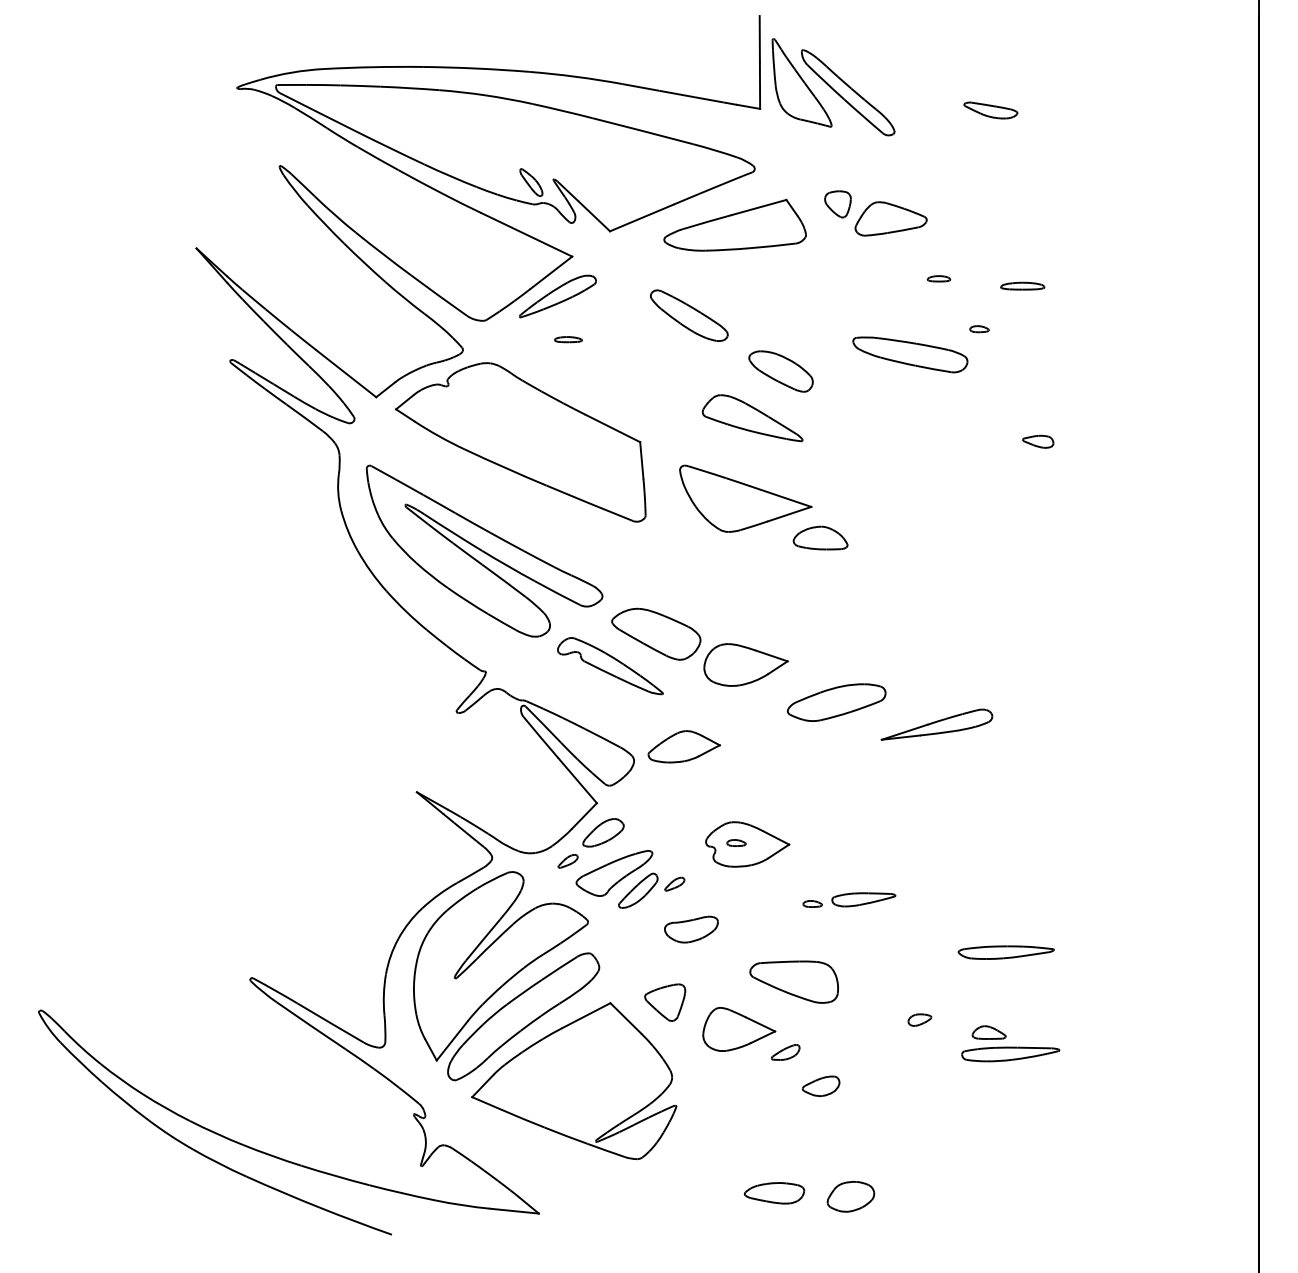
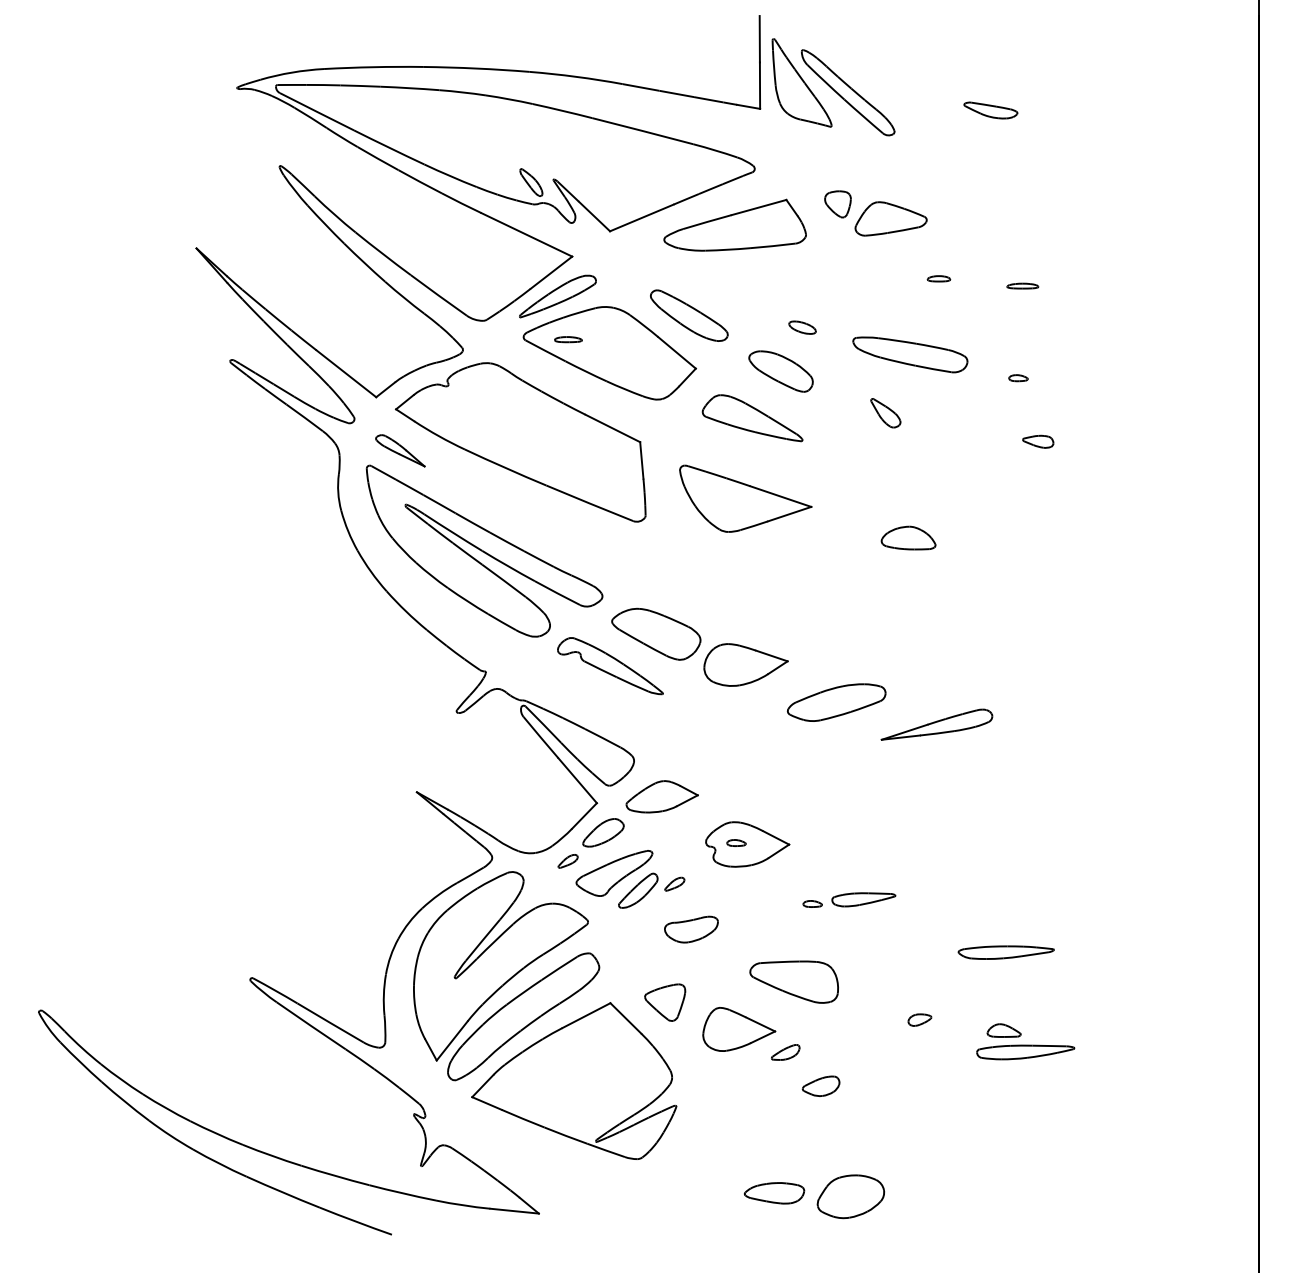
part at (1022, 285) size: 46x10 px -> 34x8 px
part at (802, 327): none -> present
part at (979, 329) position: (979, 329) -> (1018, 378)
part at (609, 353): none -> present
part at (885, 413): none -> present
part at (400, 450): none -> present
part at (820, 537) position: (820, 537) -> (908, 537)
part at (683, 746) position: (683, 746) -> (661, 796)
part at (1010, 1043) position: (1010, 1043) -> (1025, 1041)
part at (850, 1196) size: 50x32 px -> 70x46 px
